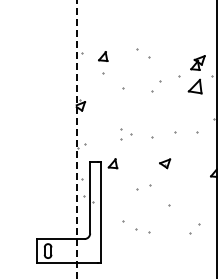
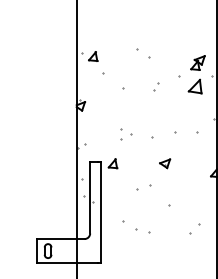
part at (103, 56) position: (103, 56) -> (93, 56)
part at (156, 86) size: 11x13 px -> 7x10 px
line at (76, 139): dashed -> solid
